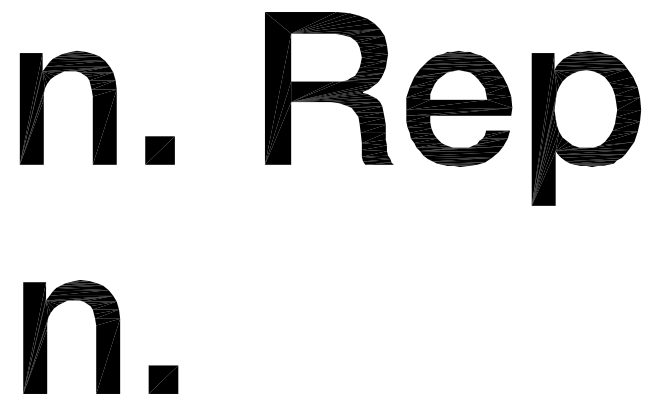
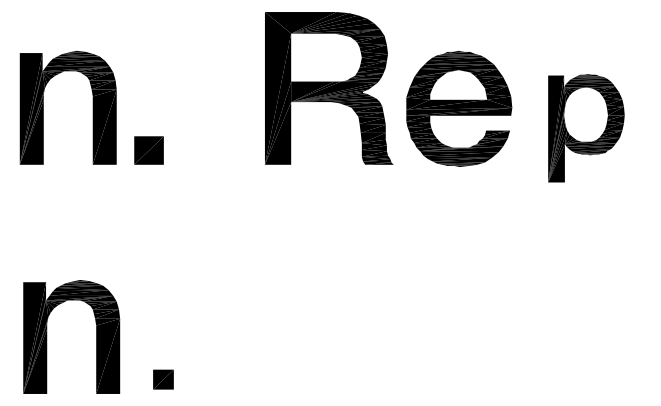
part at (586, 127) size: 111x156 px -> 77x109 px
part at (159, 150) position: (159, 150) -> (148, 150)
part at (163, 379) size: 31x29 px -> 21x21 px
